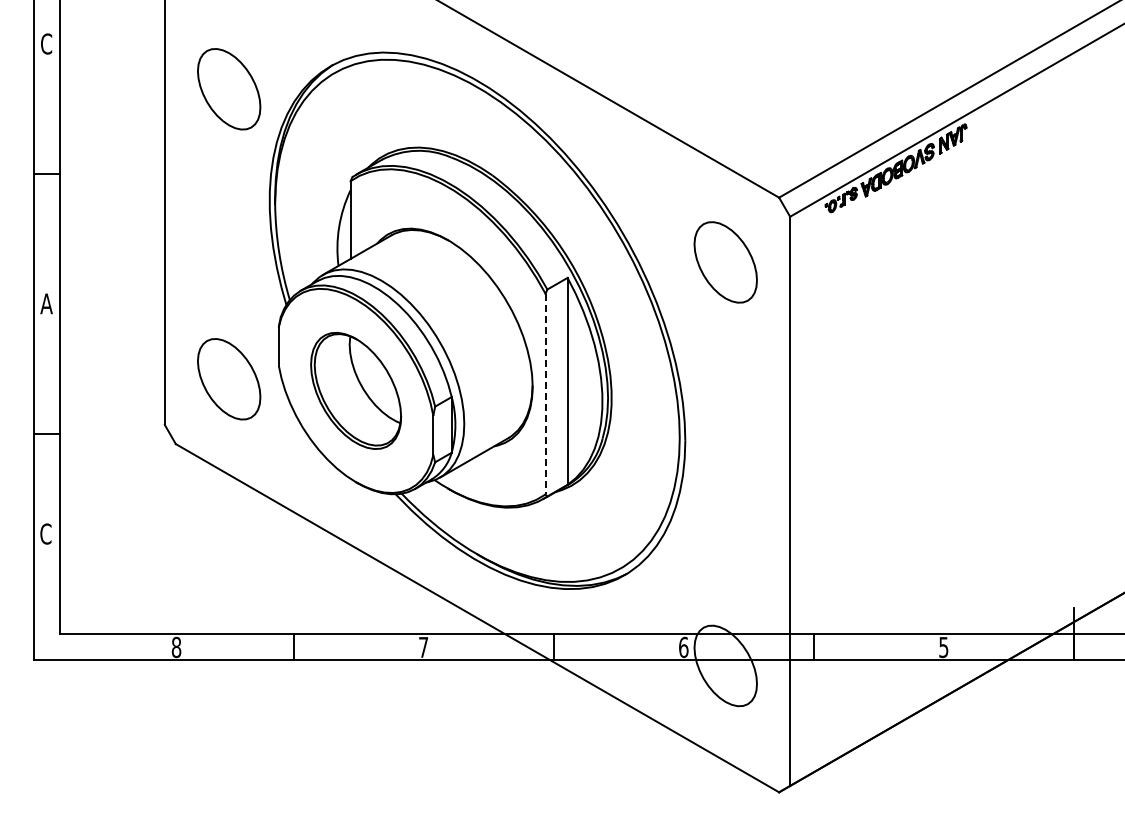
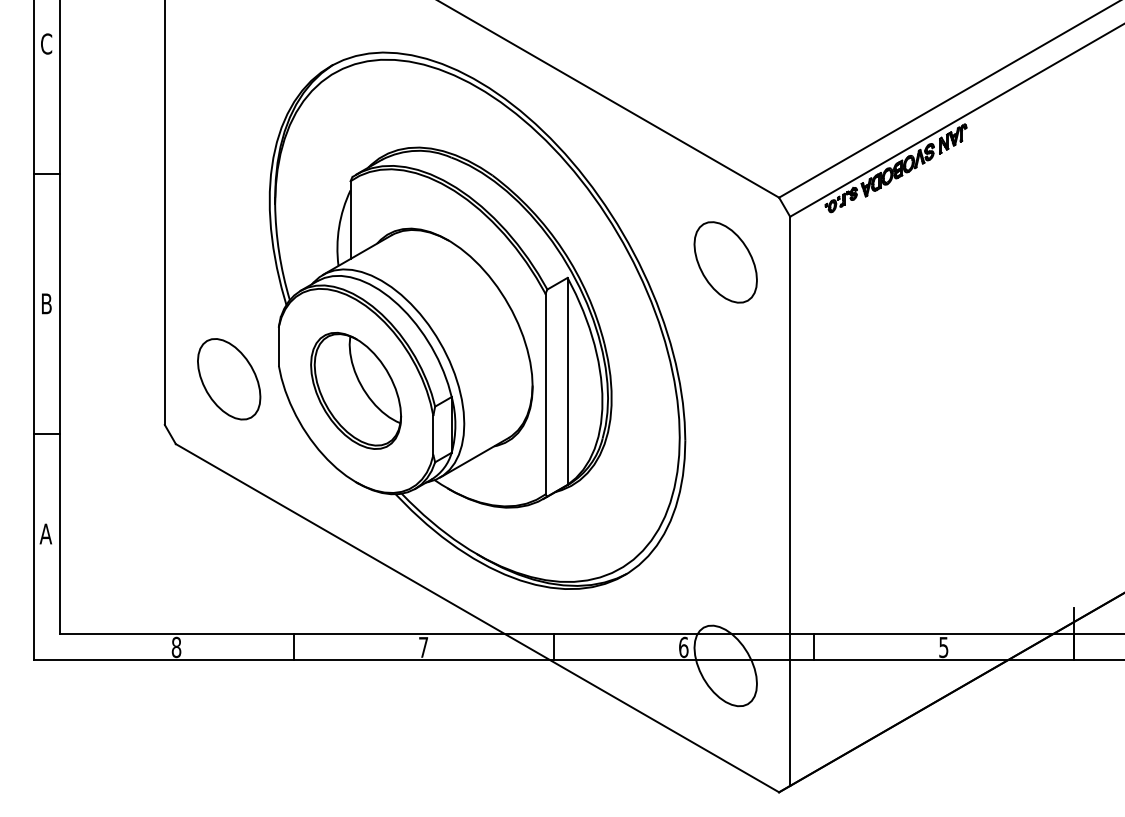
part at (229, 89): present -> none
text at (46, 303): A -> B
line at (545, 394): dashed -> solid
text at (45, 533): C -> A
